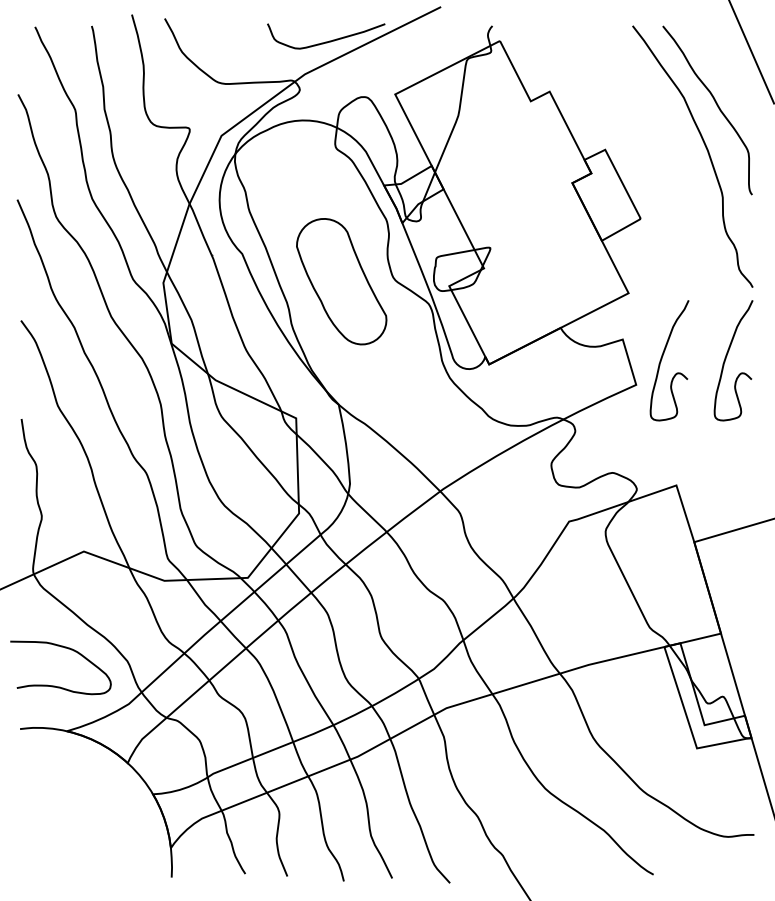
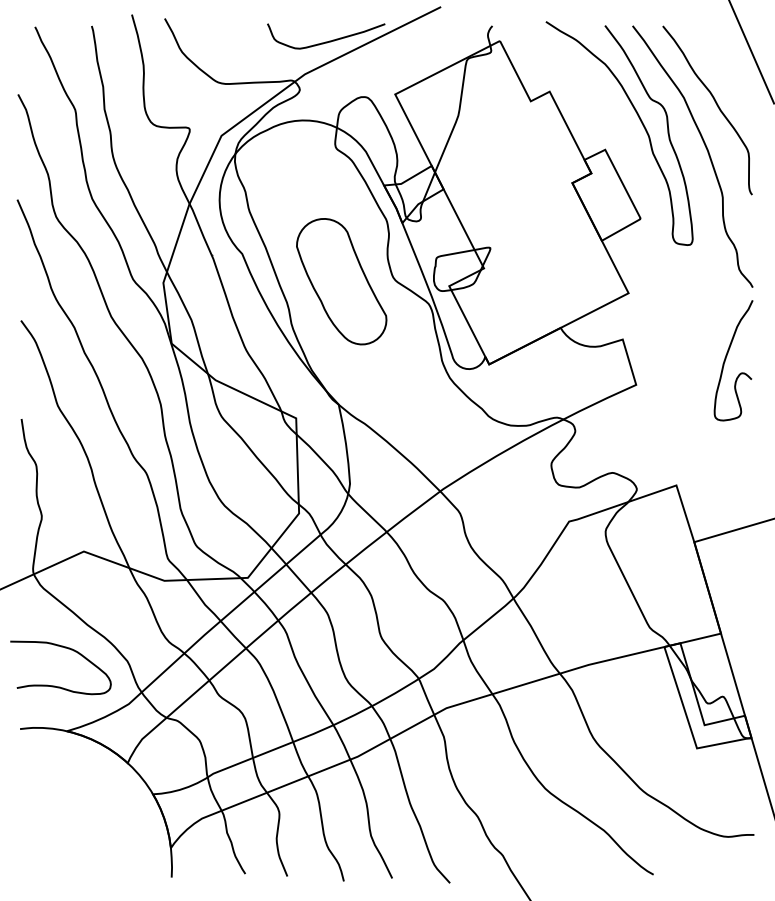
curve at (641, 123): none -> present
curve at (662, 359): present -> none
